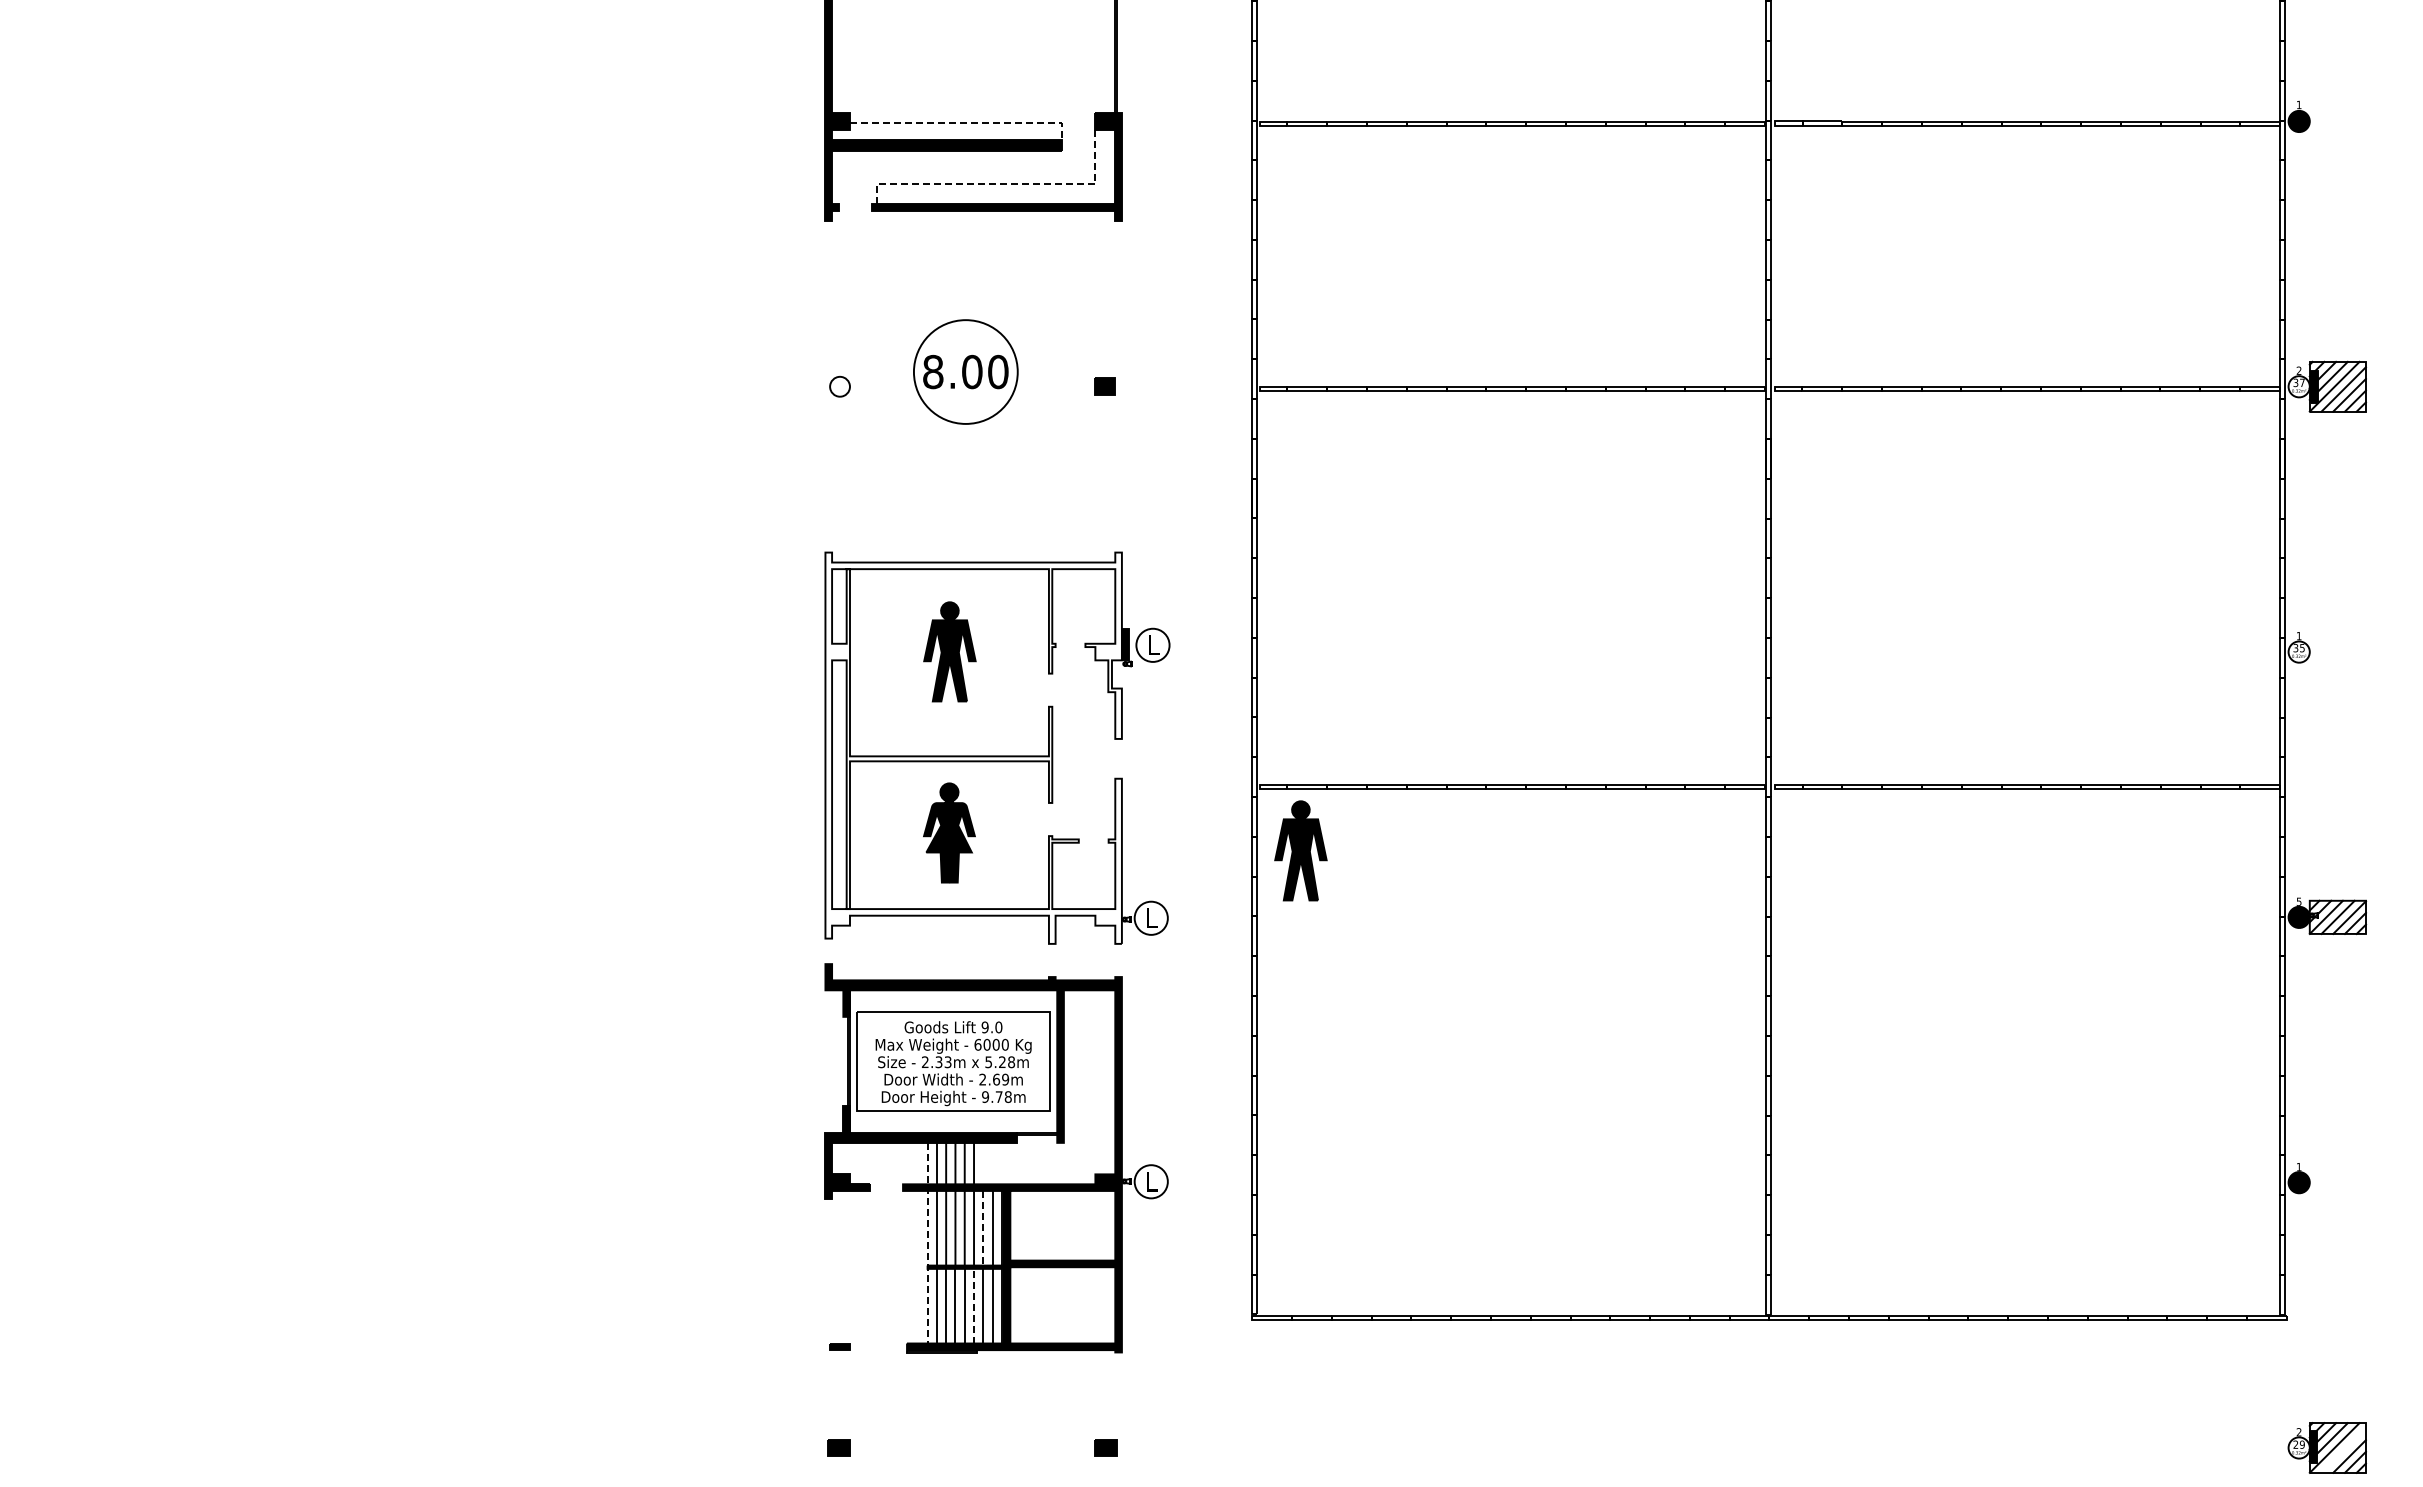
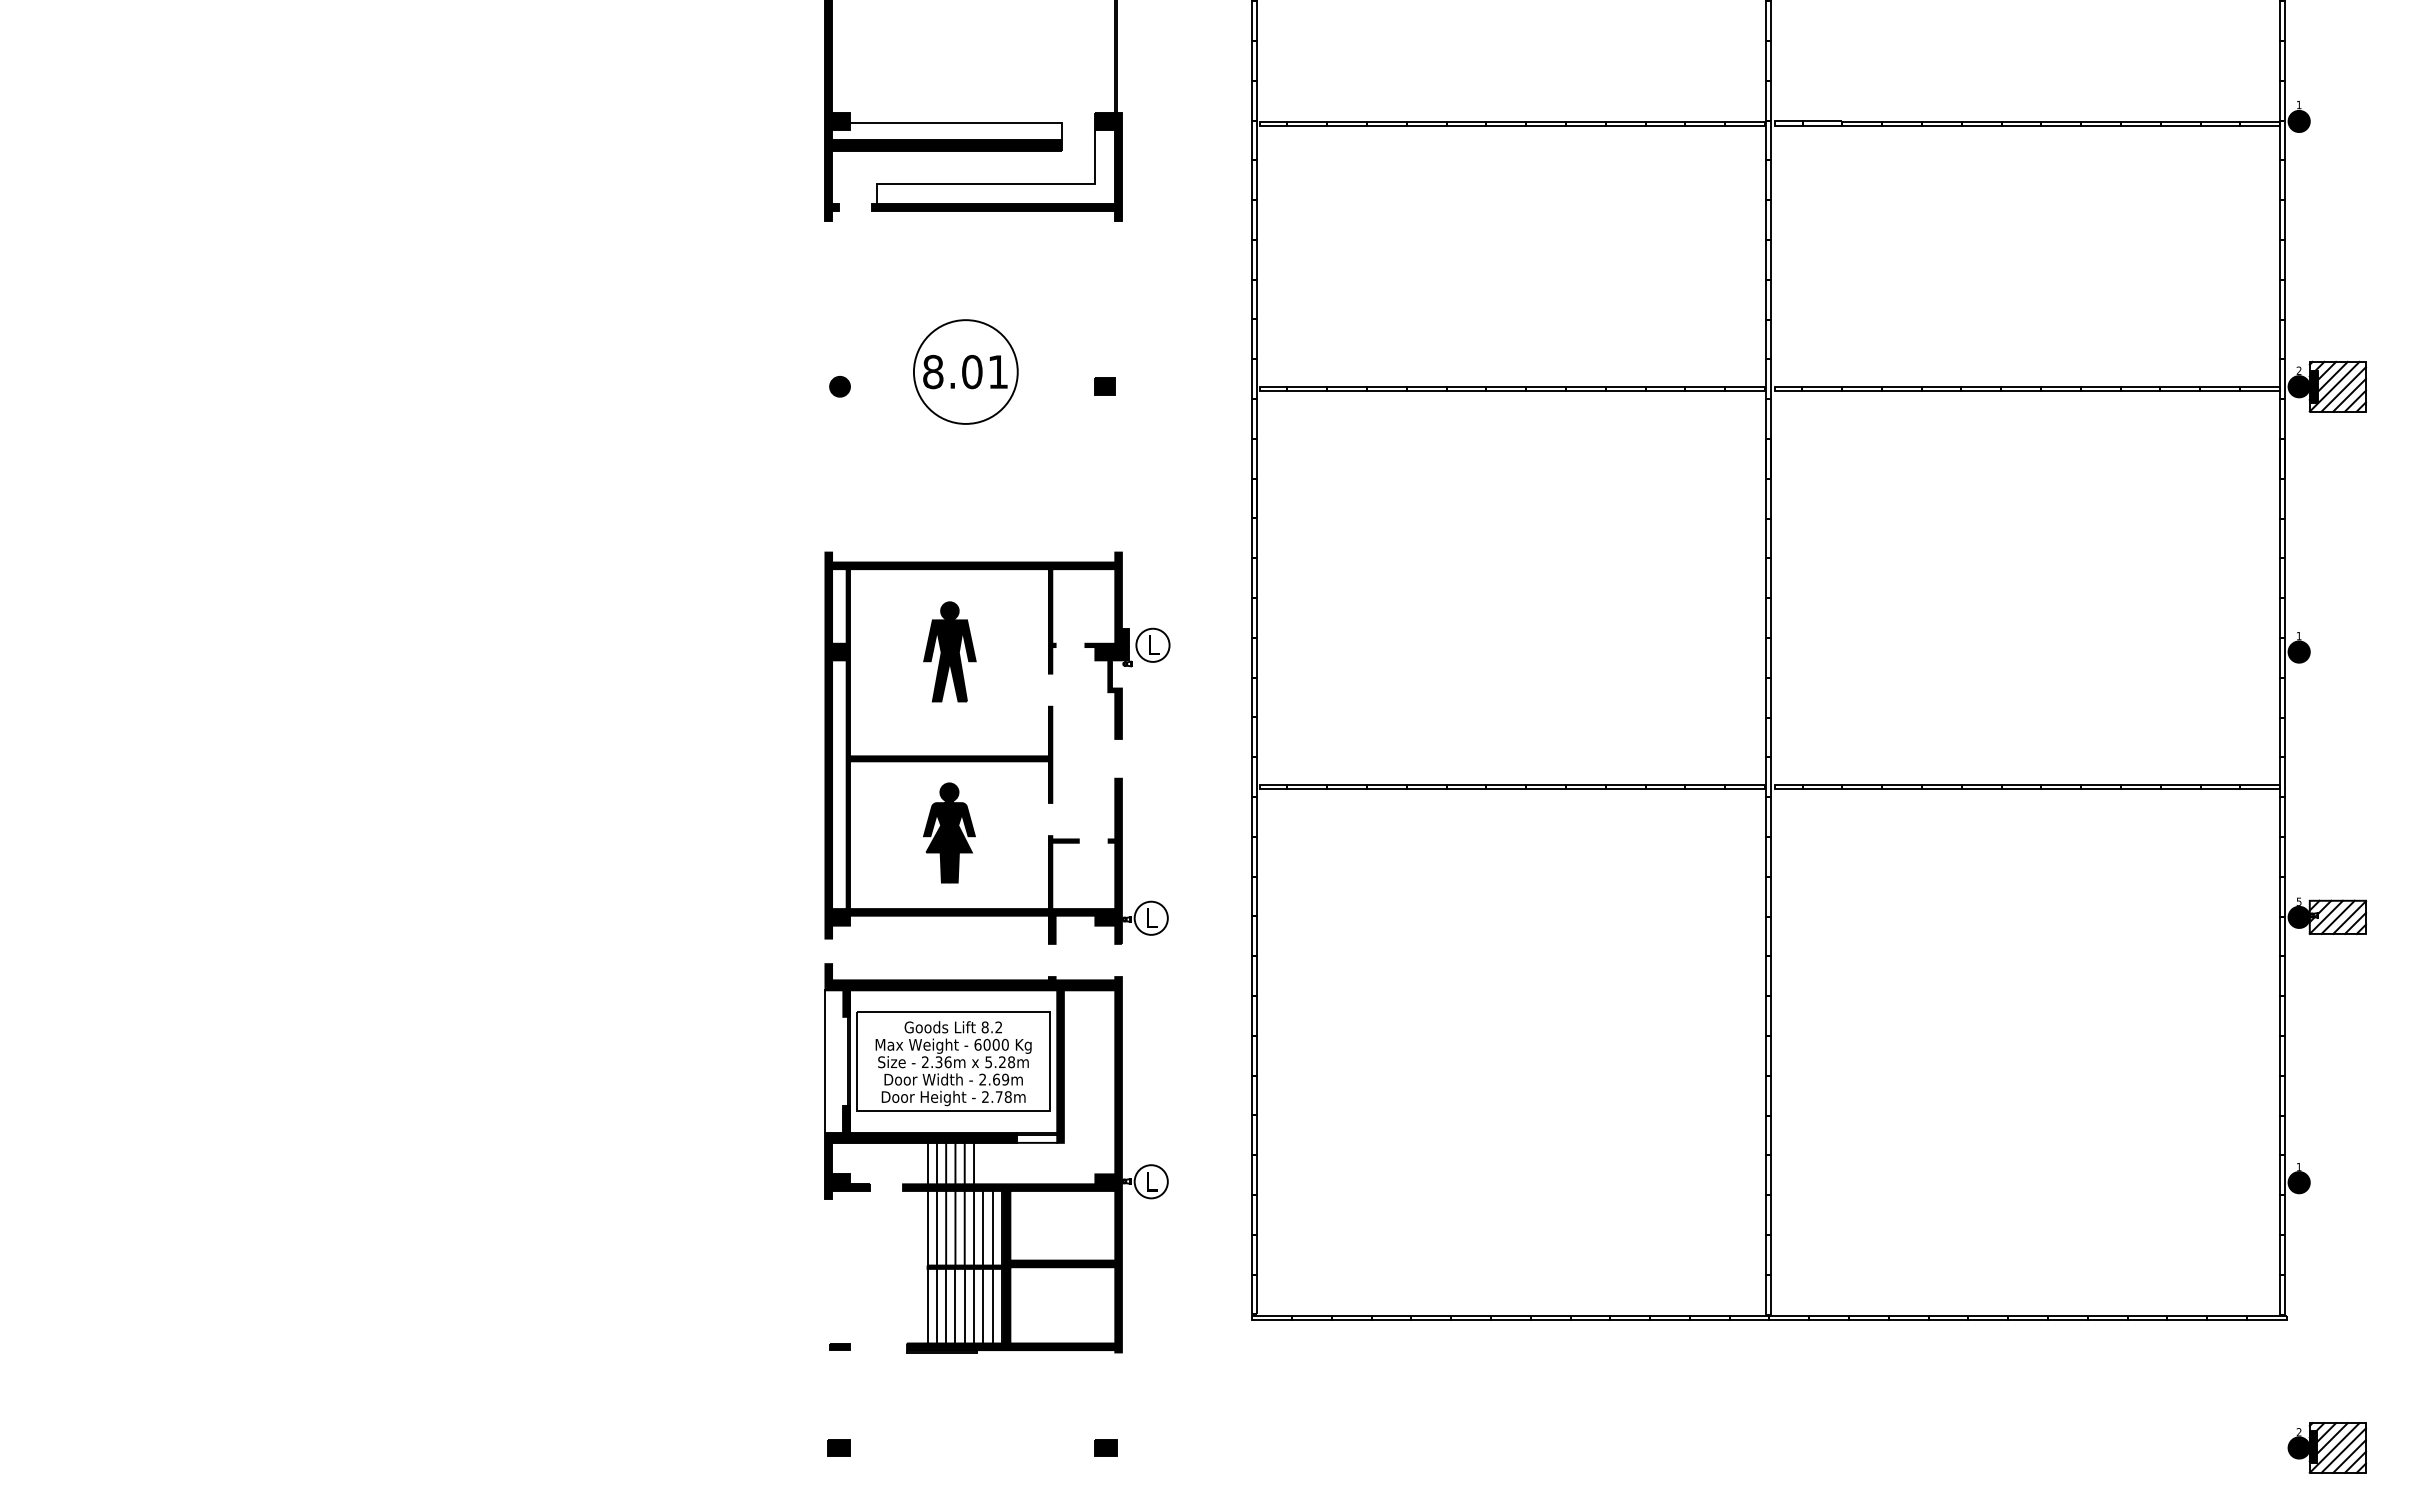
line at (965, 123): dashed -> solid
line at (1003, 184): dashed -> solid
text at (998, 371): 8.00 -> 8.01
fill at (839, 386): none -> present
fill at (2298, 386): none -> present
fill at (2298, 651): none -> present
fill at (973, 747): none -> present
part at (1300, 850): present -> none
text at (991, 1027): 9.0 -> 8.2
line at (825, 1061): none -> present
text at (947, 1062): 2.33m -> 2.36m
text at (985, 1096): 9.78m -> 2.78m
line at (1037, 1142): none -> present
line at (983, 1228): dashed -> solid
line at (927, 1243): dashed -> solid
line at (974, 1305): dashed -> solid
fill at (2298, 1447): none -> present
line at (2343, 1450): none -> present
